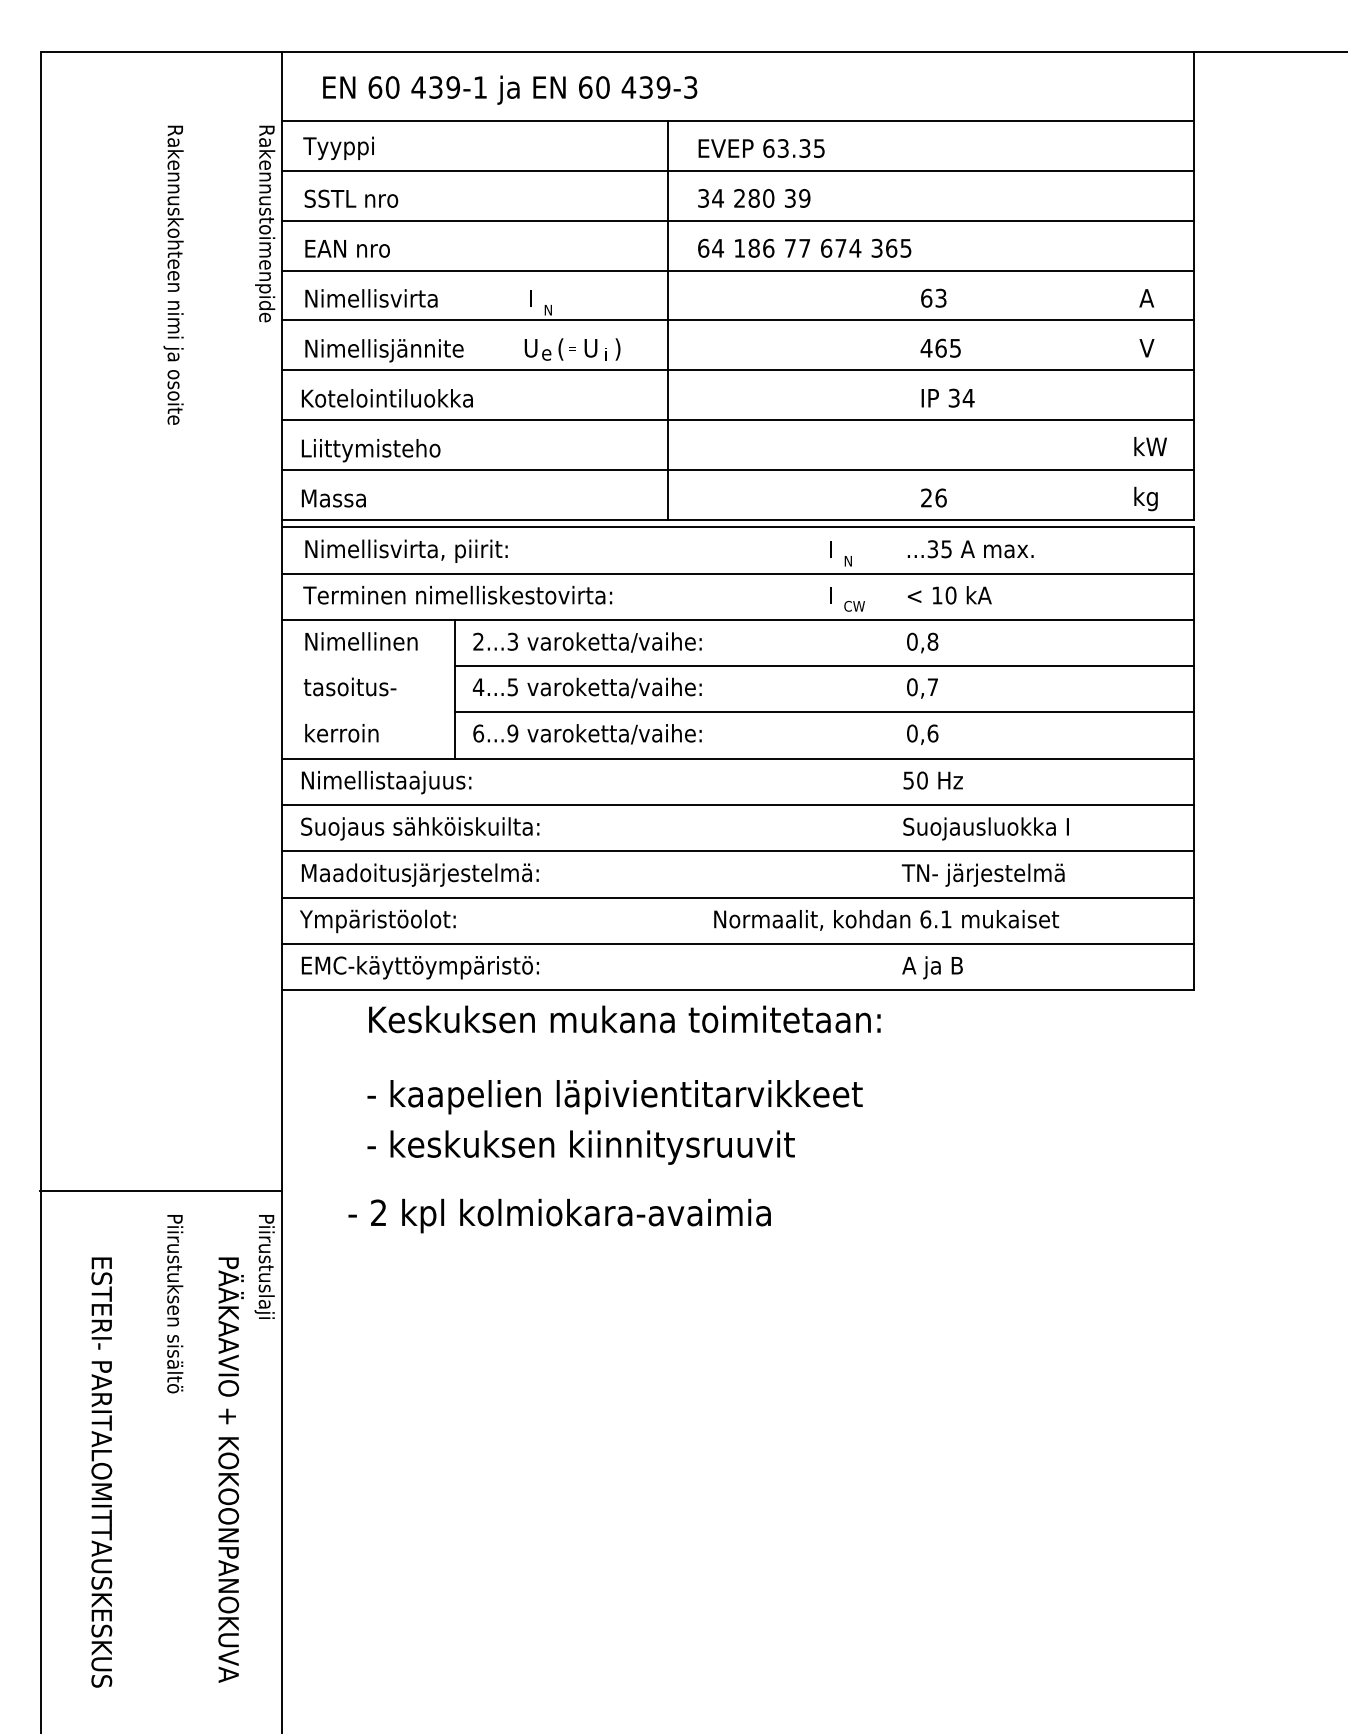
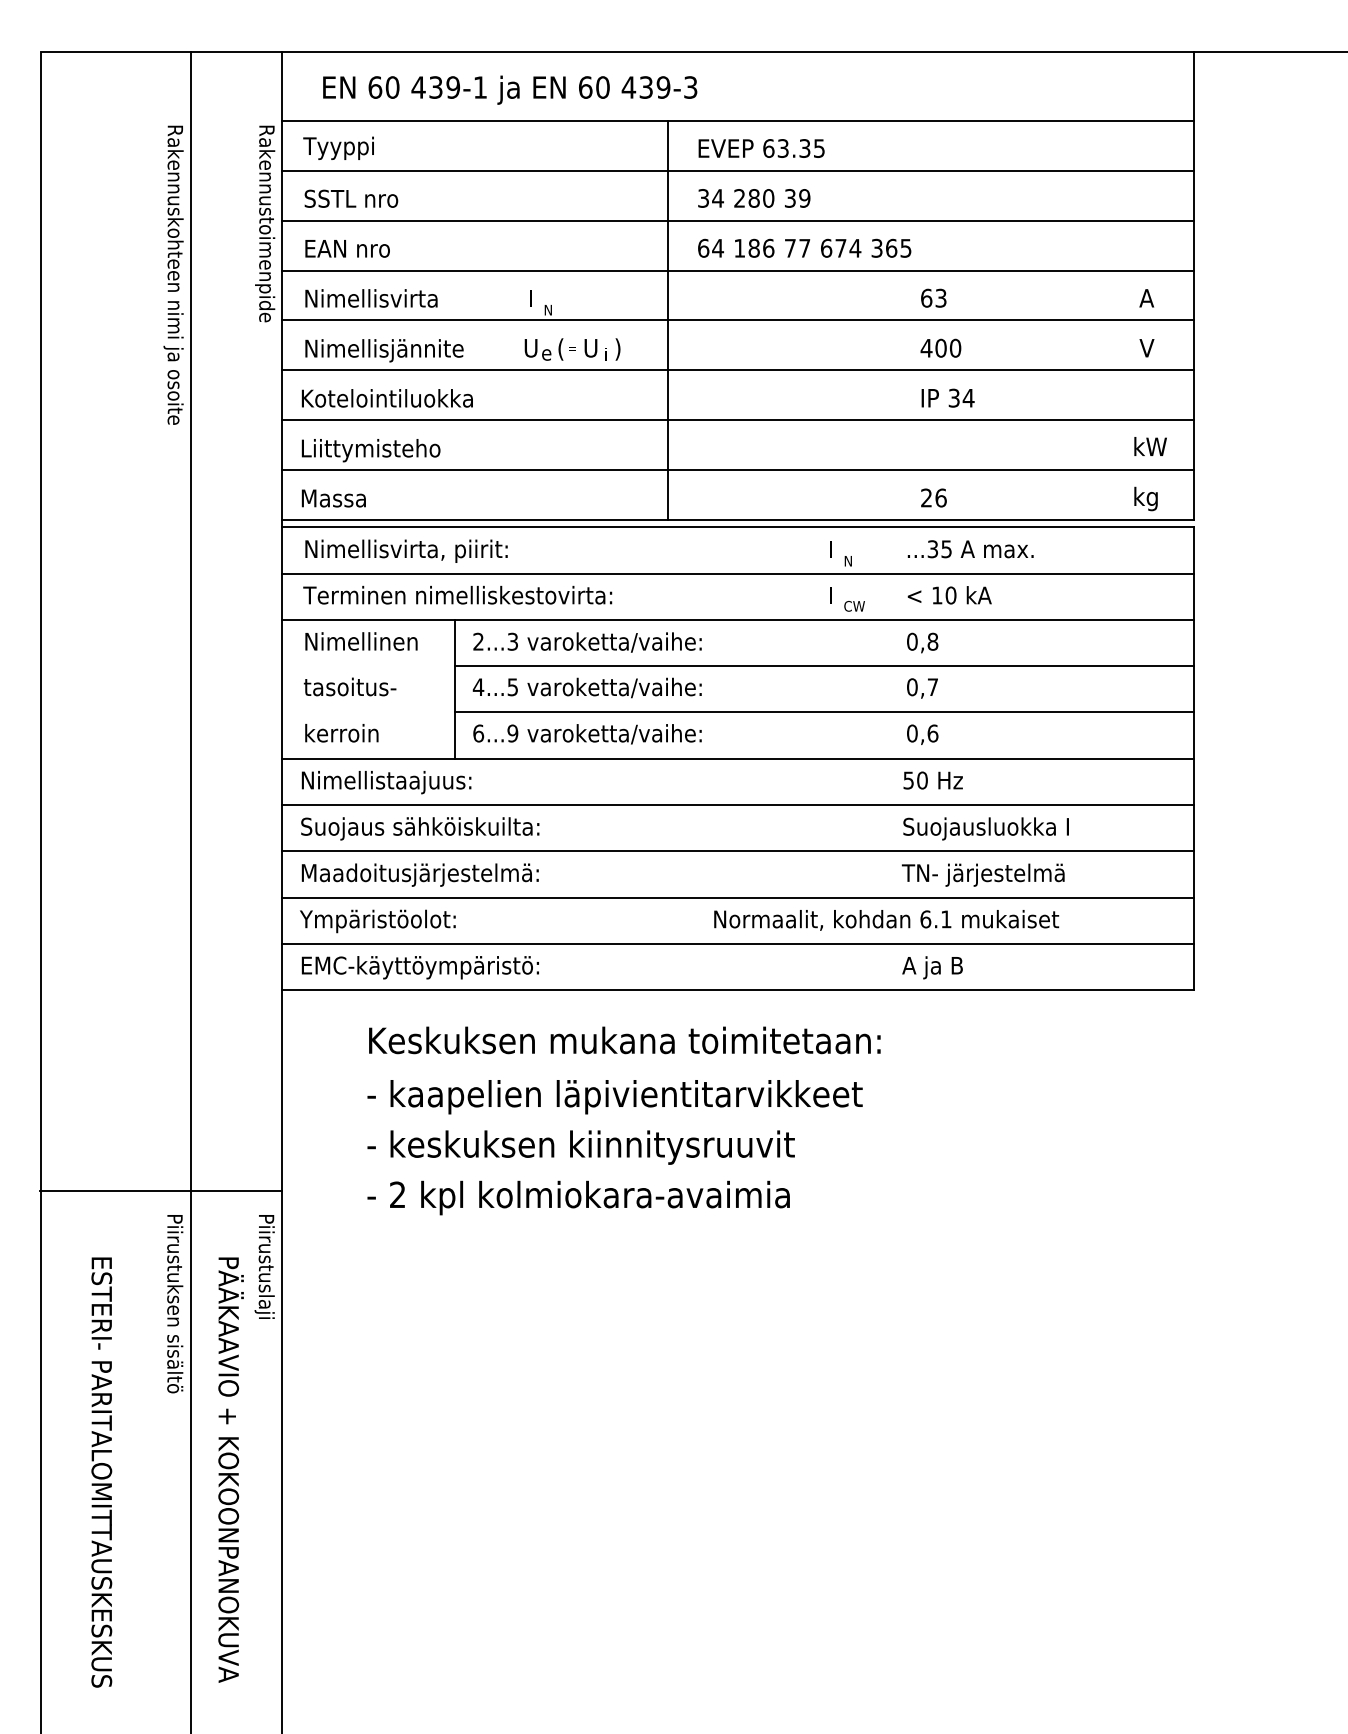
text at (948, 347): 465 -> 400
line at (190, 891): none -> present
text at (624, 1019) position: (624, 1019) -> (624, 1040)
text at (559, 1215) position: (559, 1215) -> (578, 1197)
